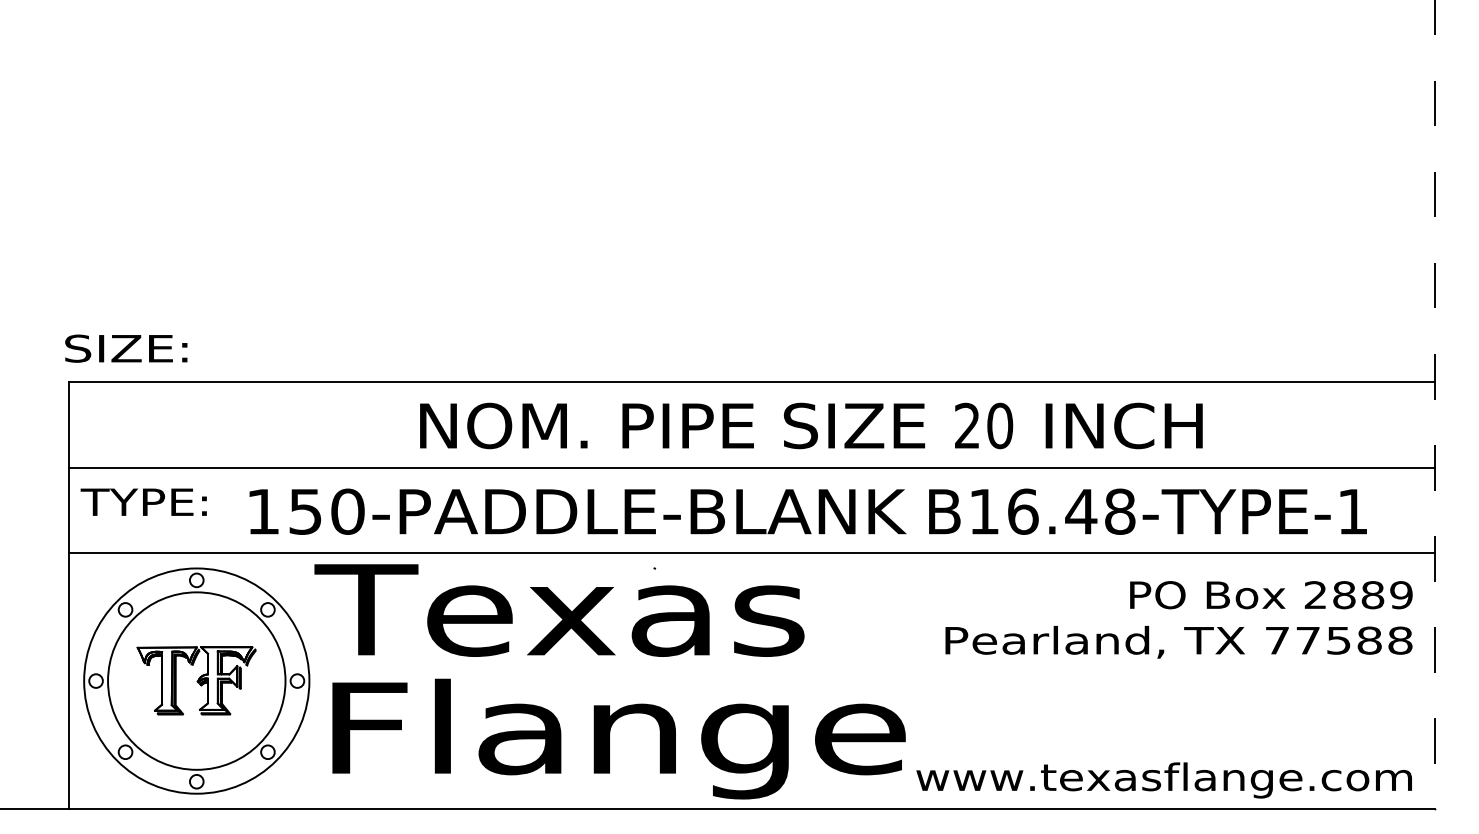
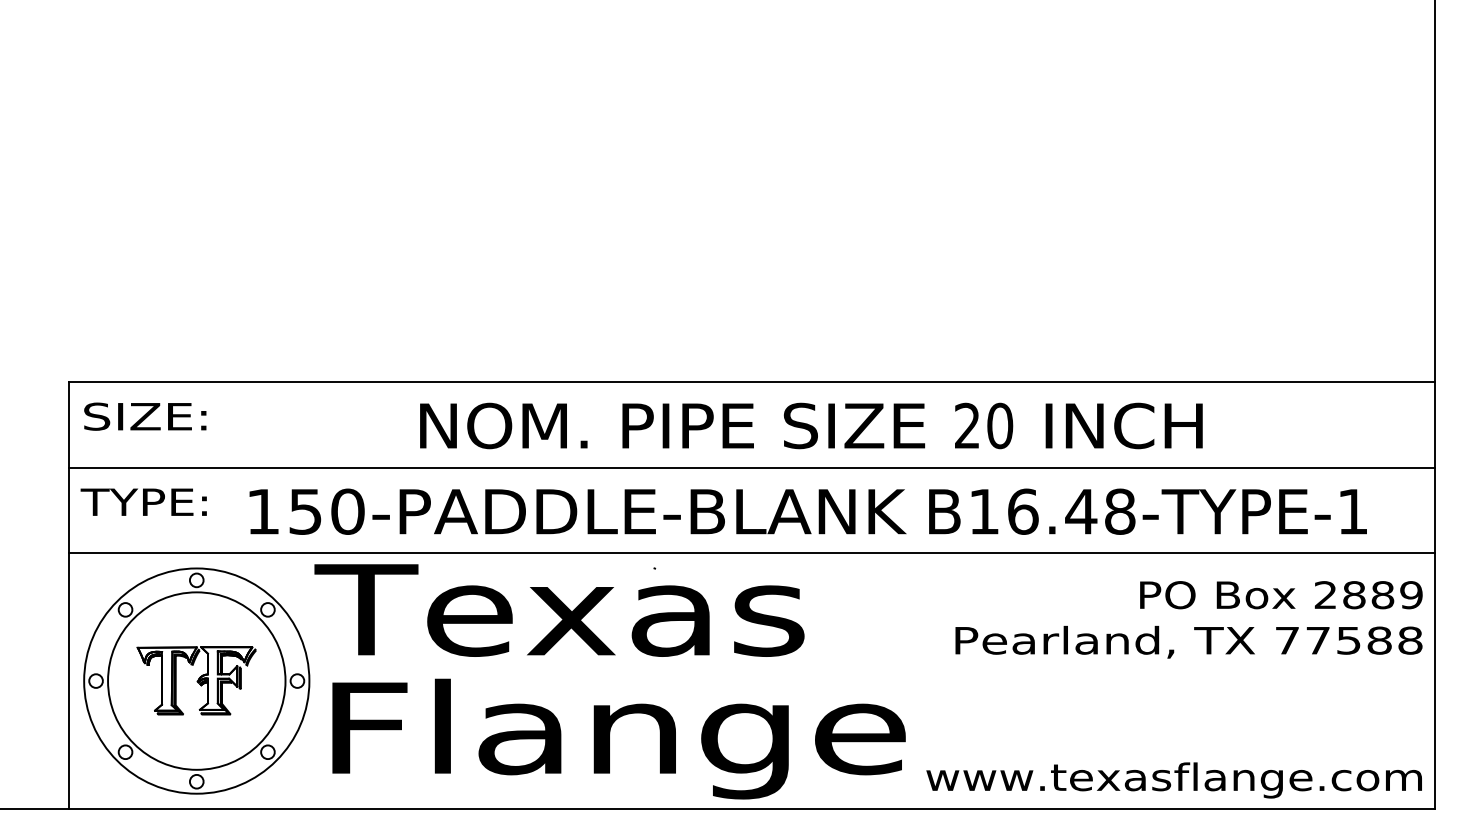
text at (126, 348) position: (126, 348) -> (145, 416)
line at (1434, 405): dashed -> solid
text at (1164, 689) position: (1164, 689) -> (1174, 689)
